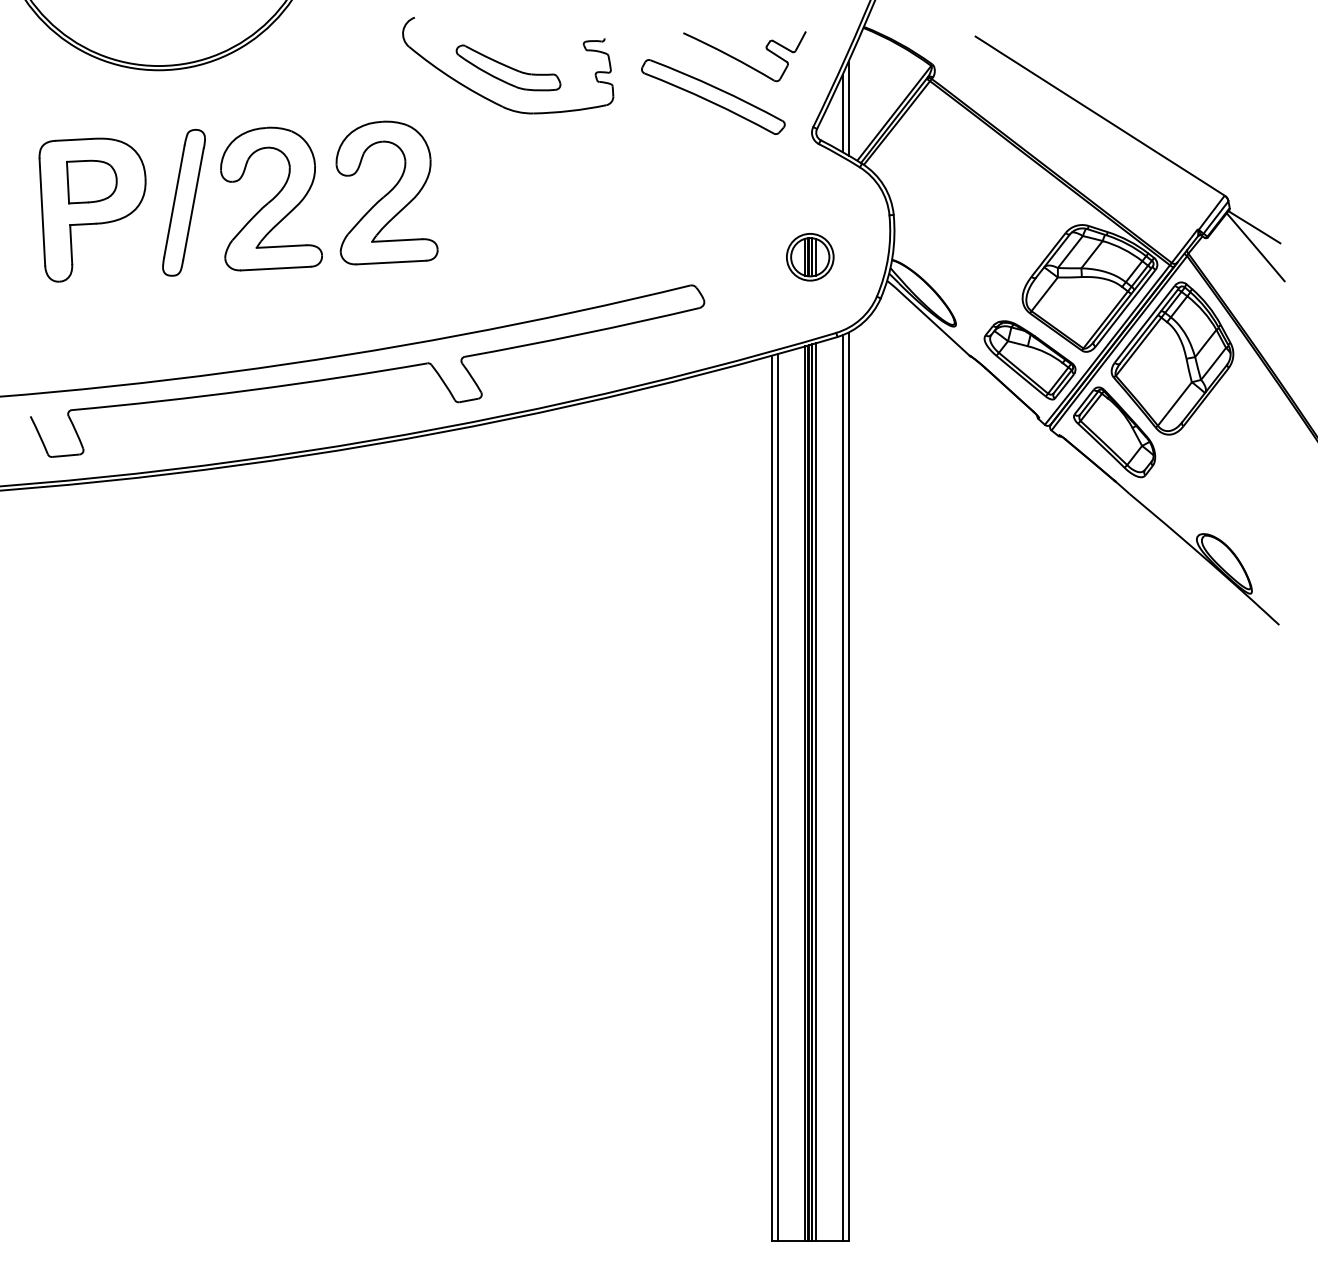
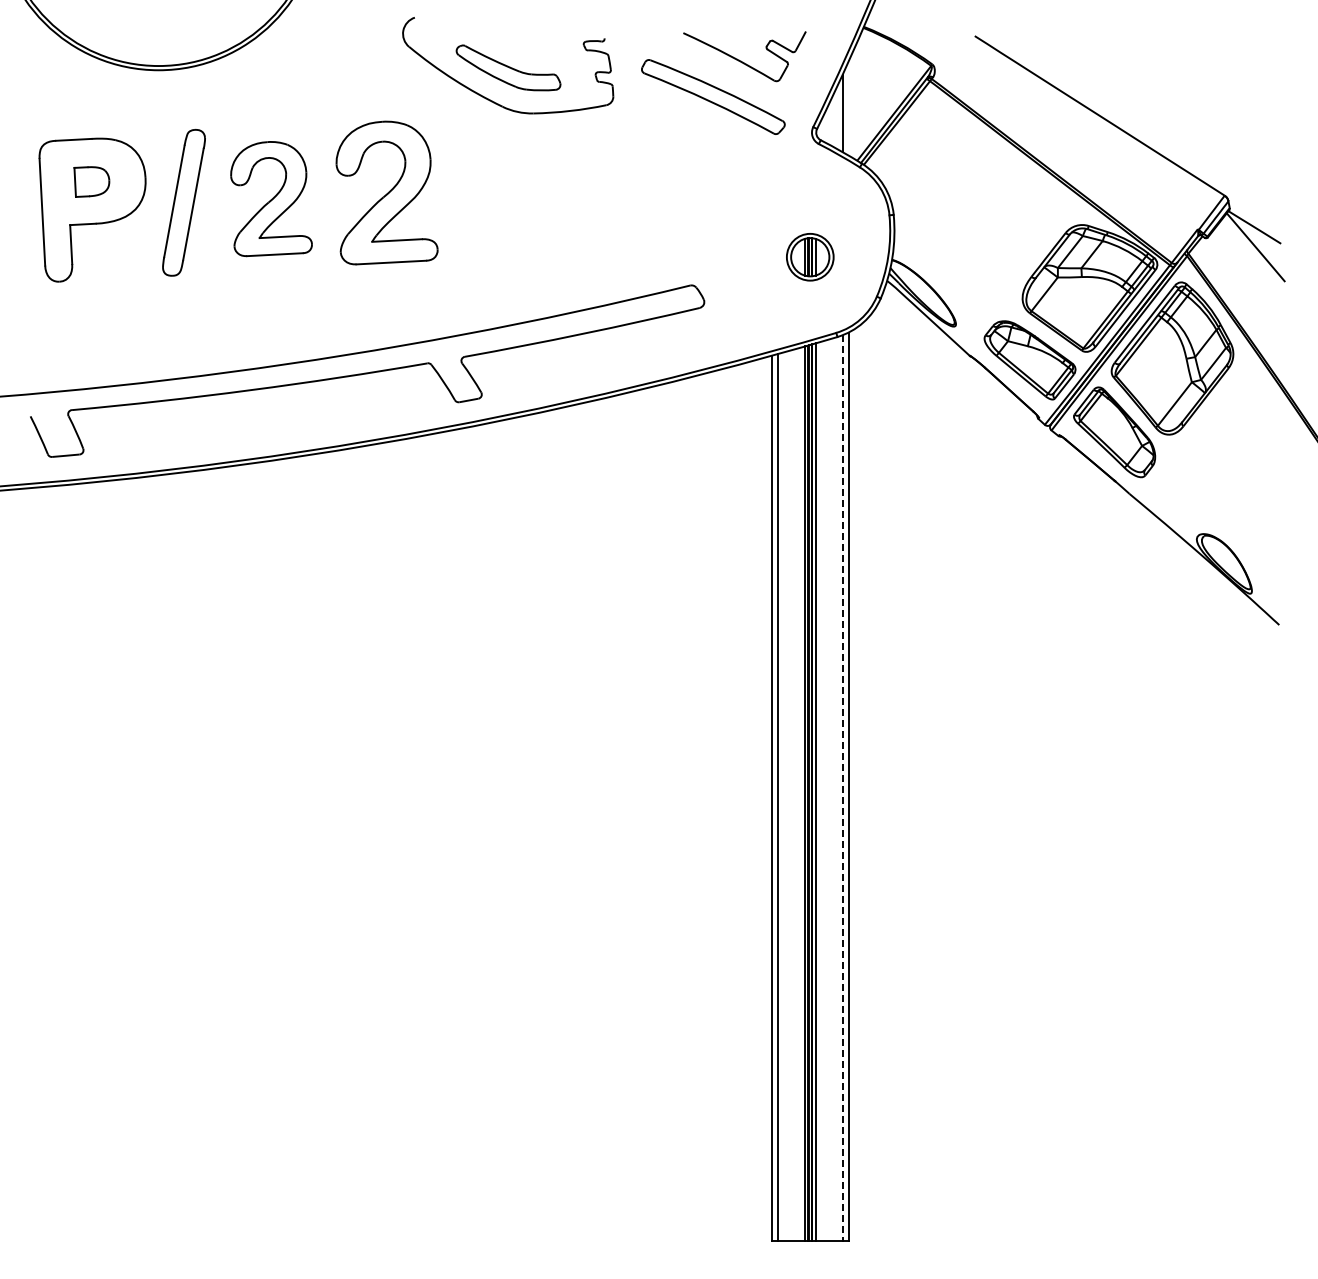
line at (848, 108): present -> none
part at (91, 181) size: 52x46 px -> 38x32 px
part at (271, 198) size: 103x146 px -> 83x117 px
line at (842, 787): solid -> dashed
